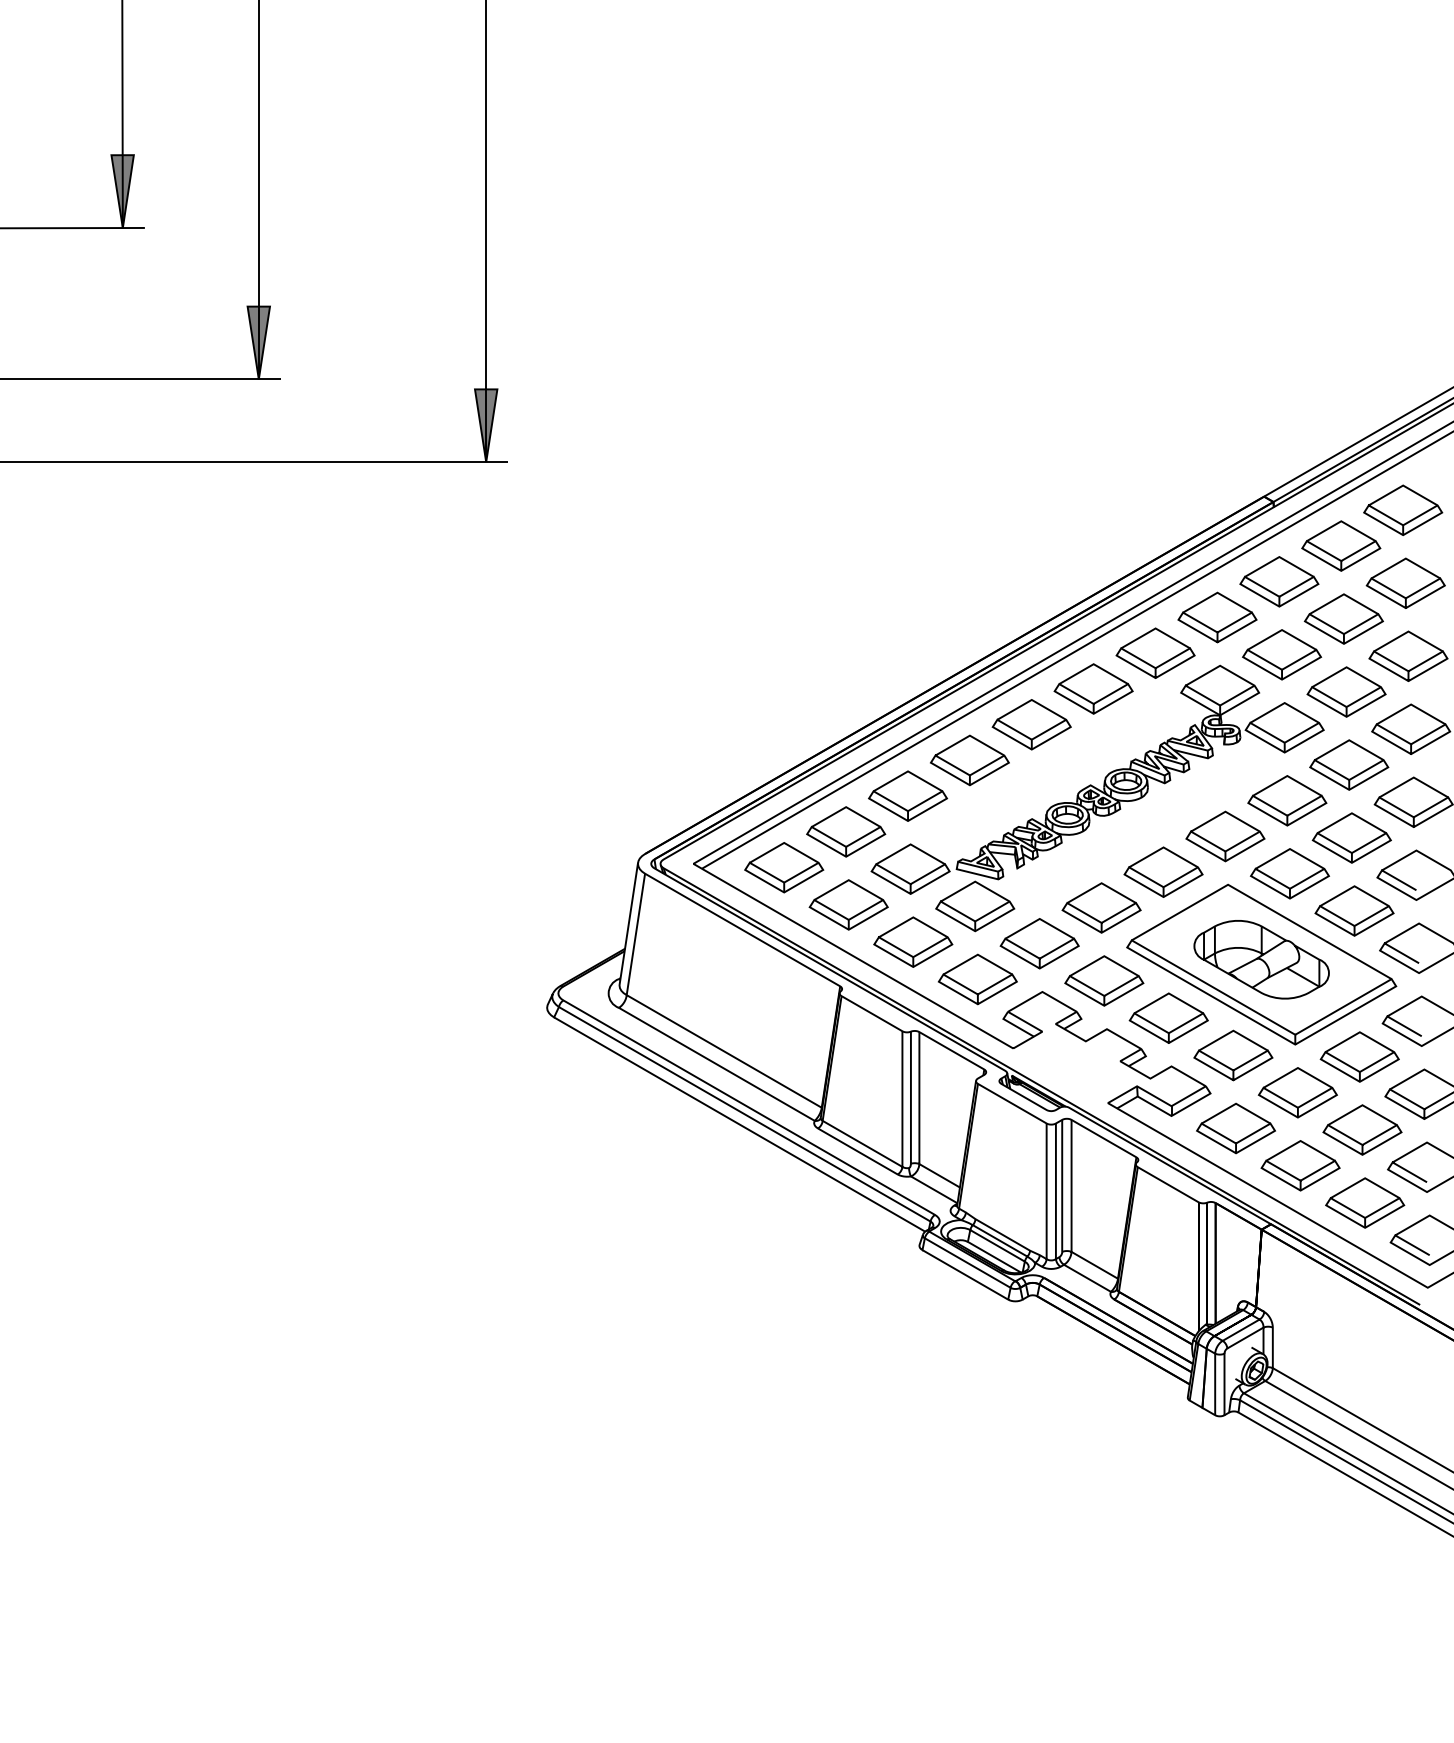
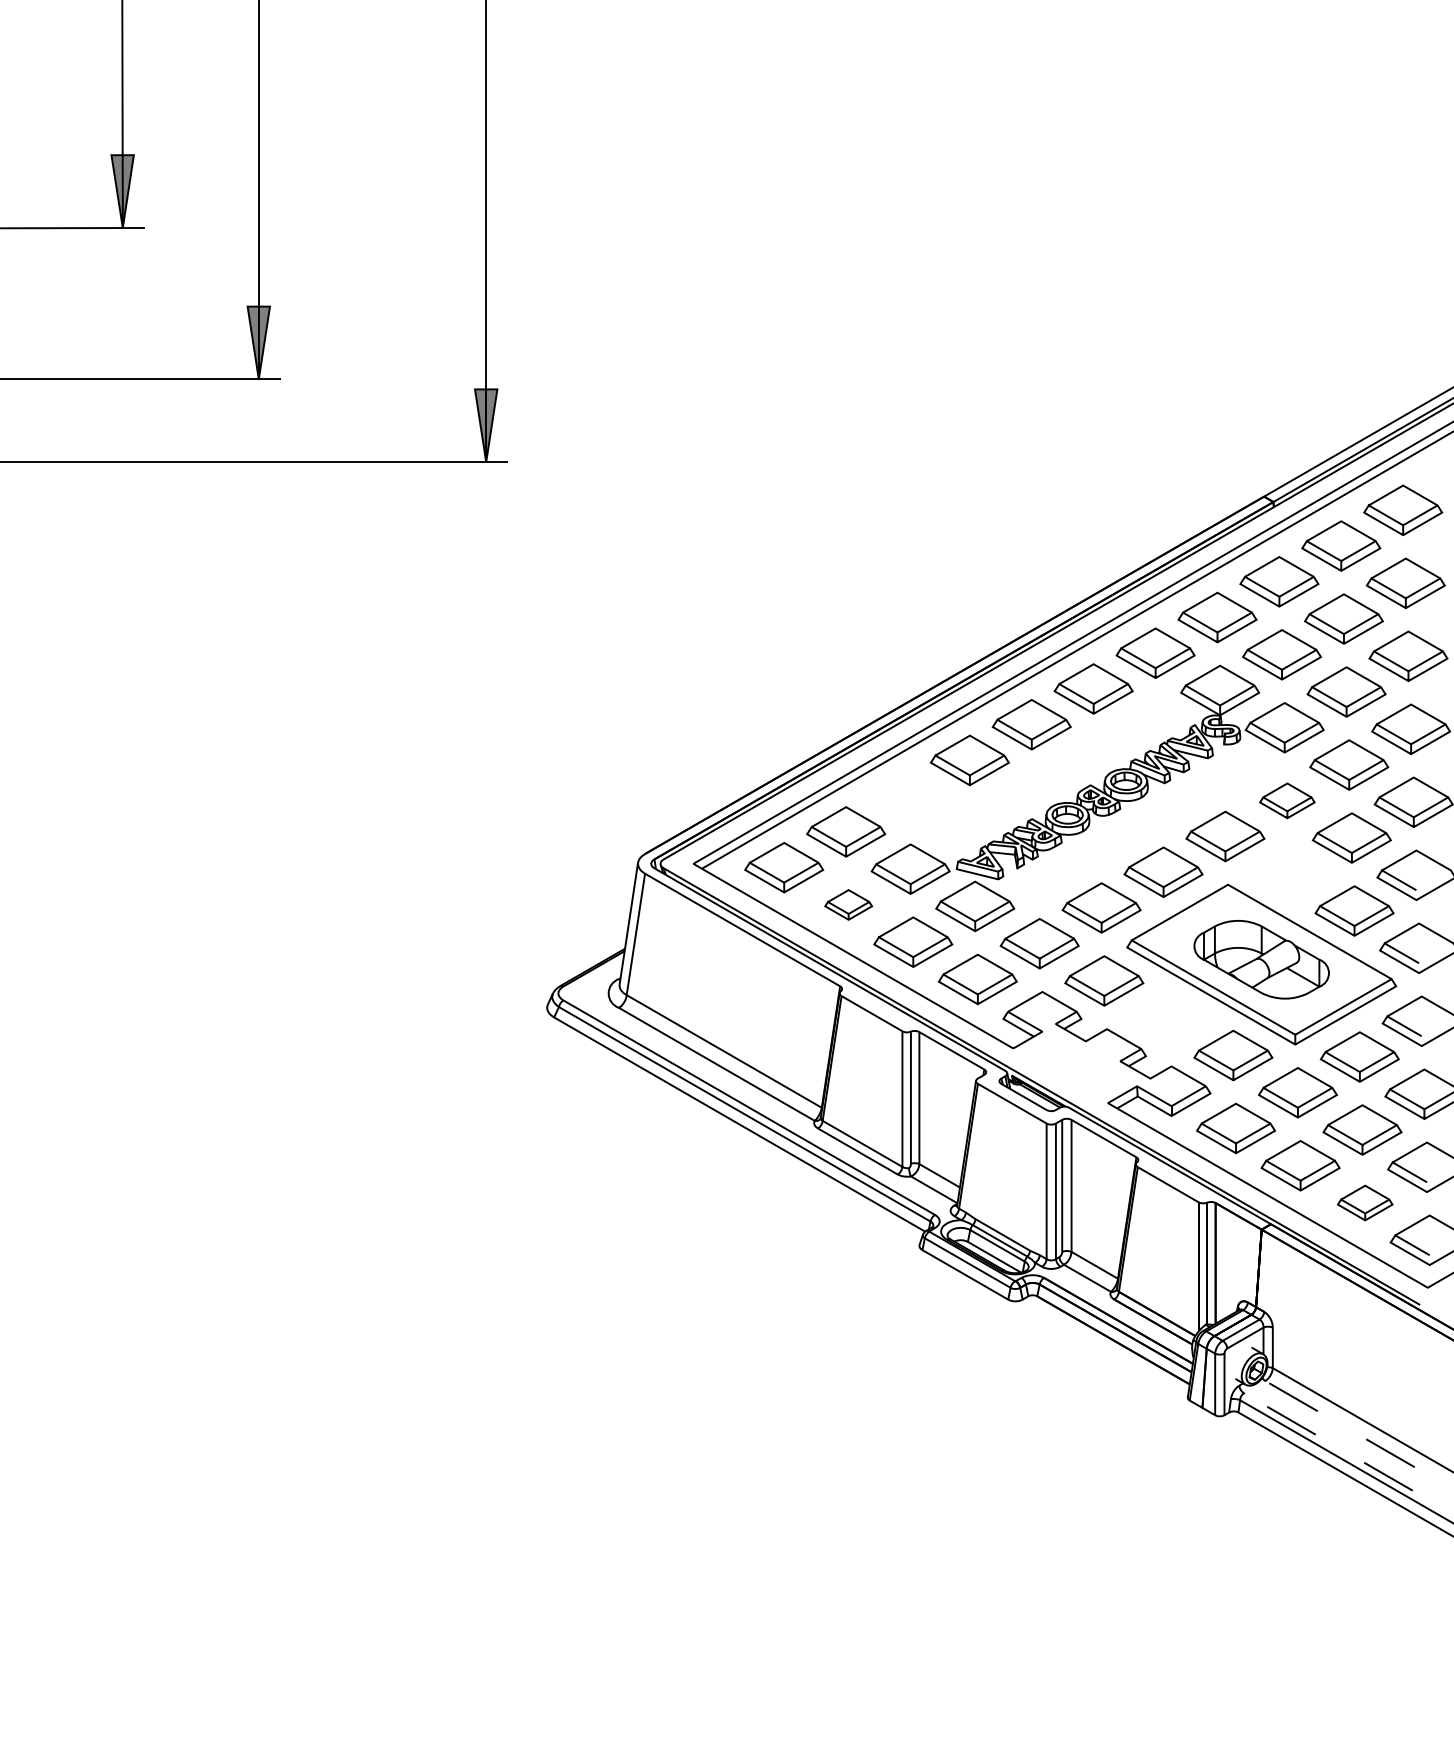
part at (908, 795): present -> none
part at (1287, 800) size: 81x52 px -> 57x38 px
part at (1289, 873): present -> none
part at (848, 904) size: 81x52 px -> 50x32 px
part at (1168, 1017): present -> none
part at (1365, 1202) size: 81x52 px -> 58x38 px
line at (1243, 1393): solid -> dashed
